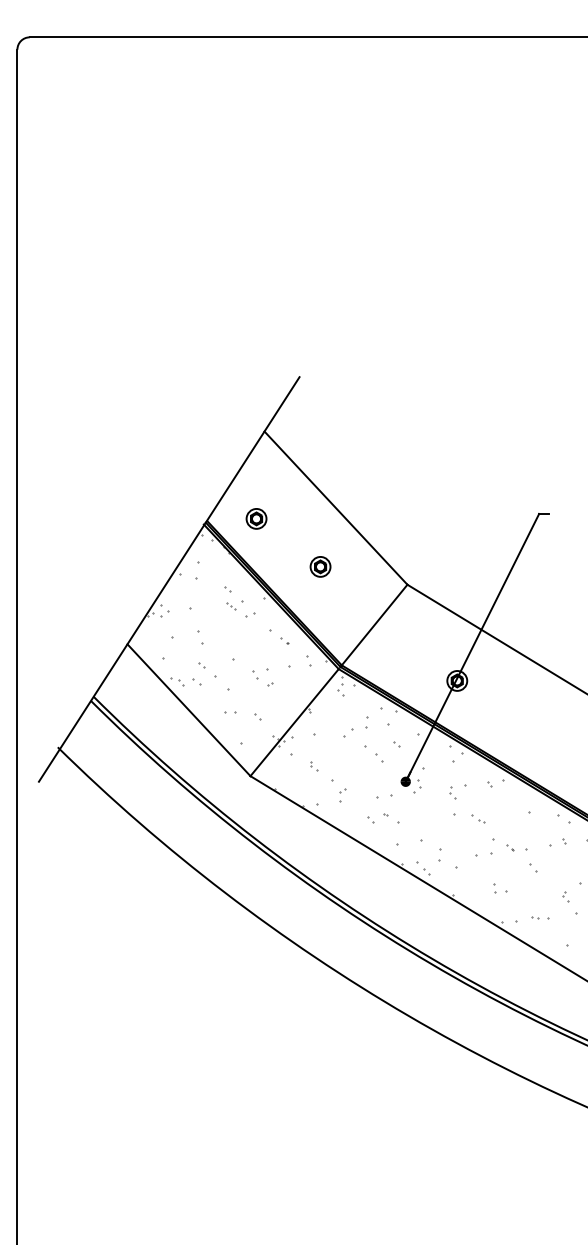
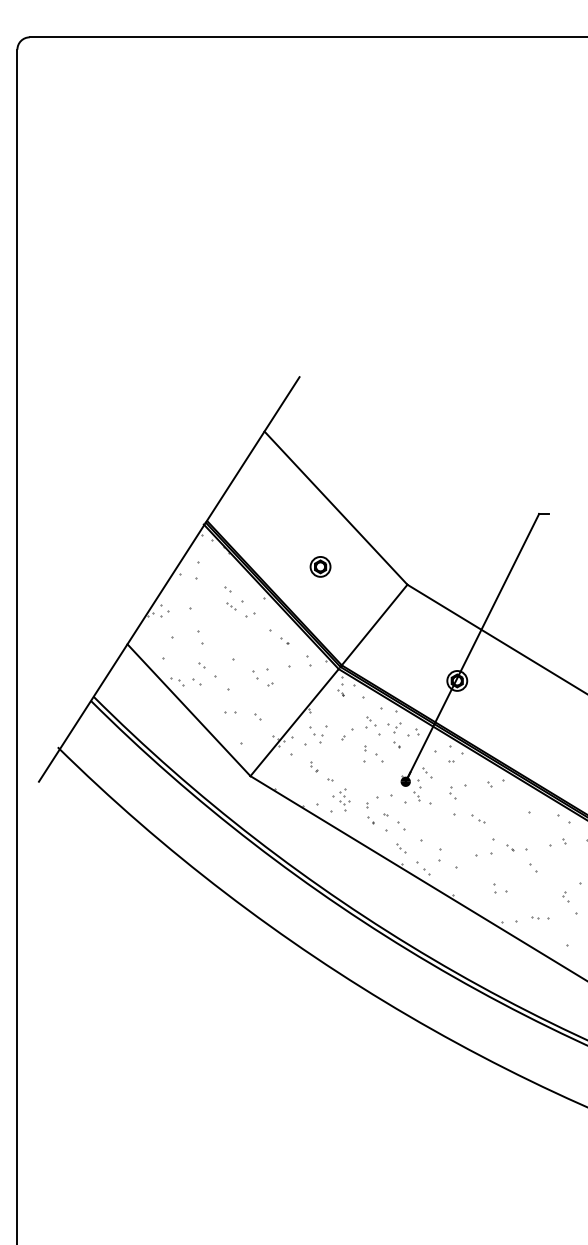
part at (256, 518): present -> none
hatch at (377, 772): none -> present
